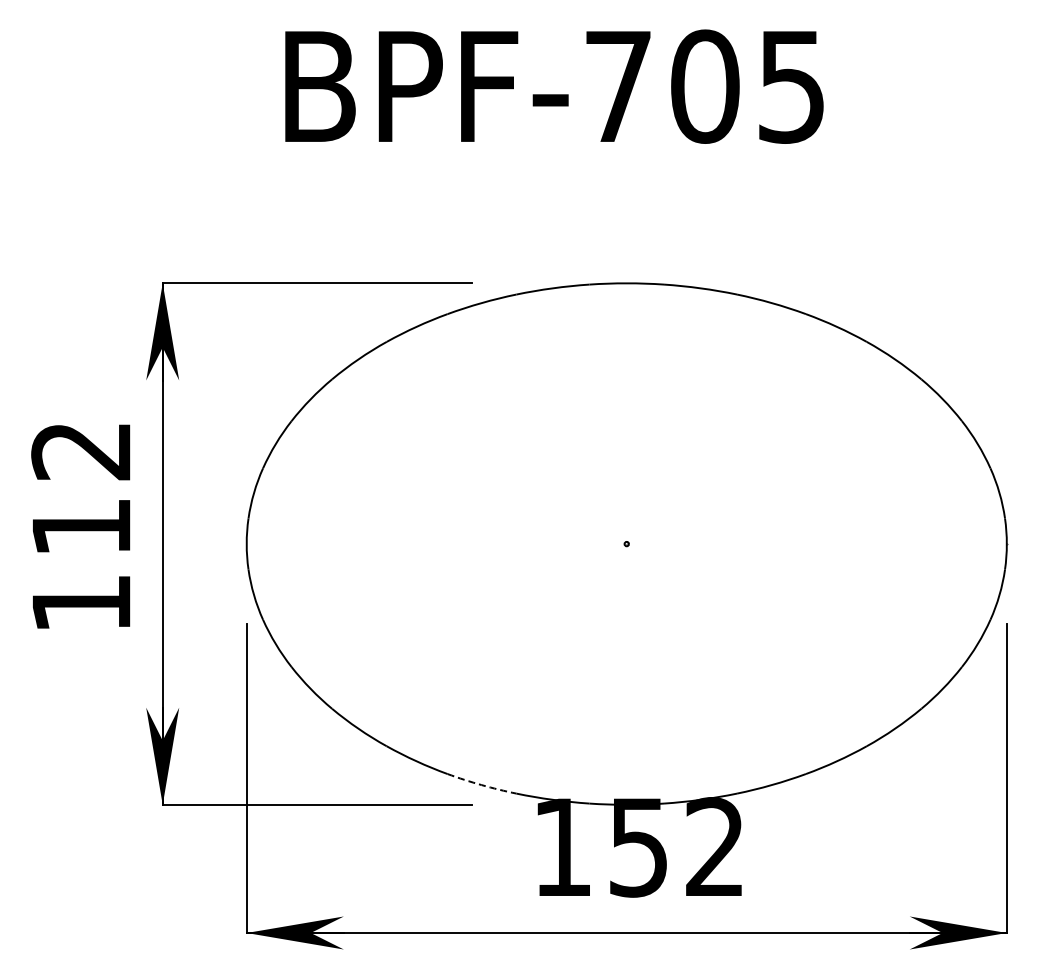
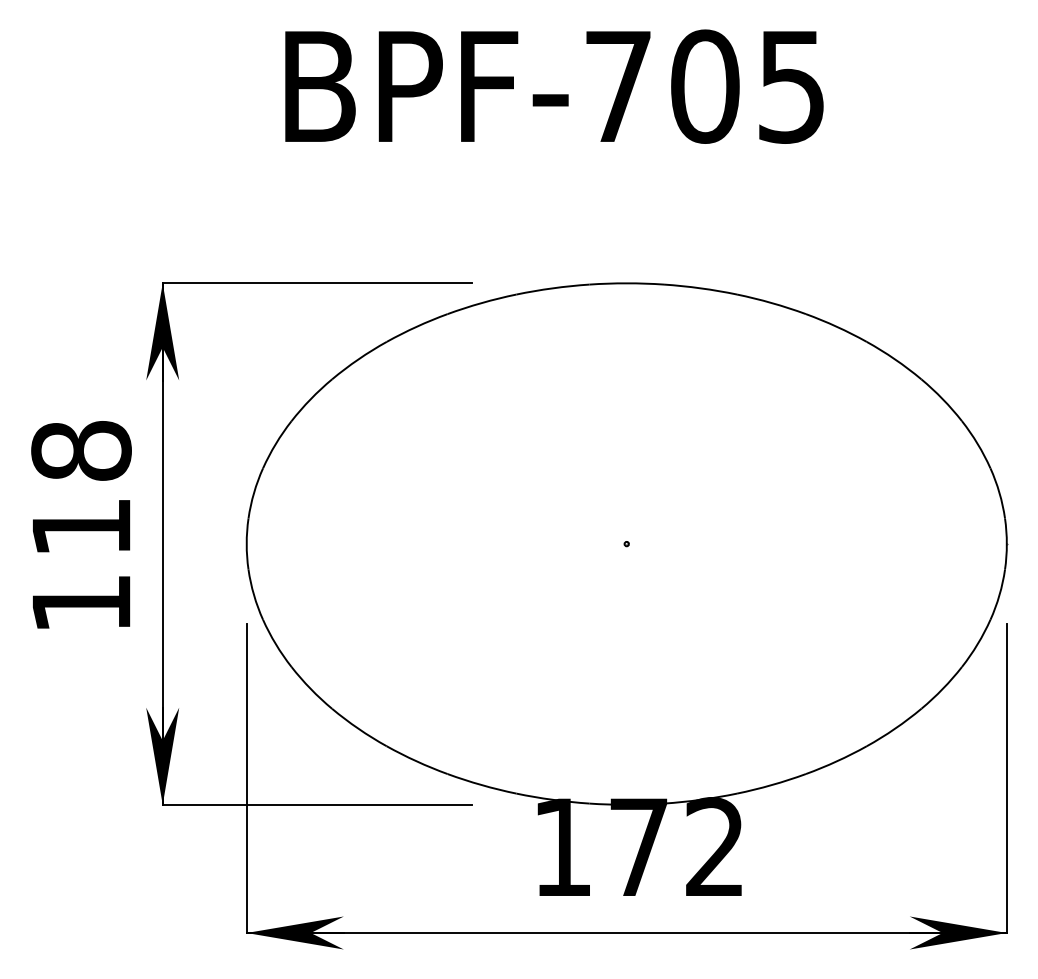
text at (81, 450): 112 -> 118
arc at (481, 785): dashed -> solid
text at (638, 847): 152 -> 172
